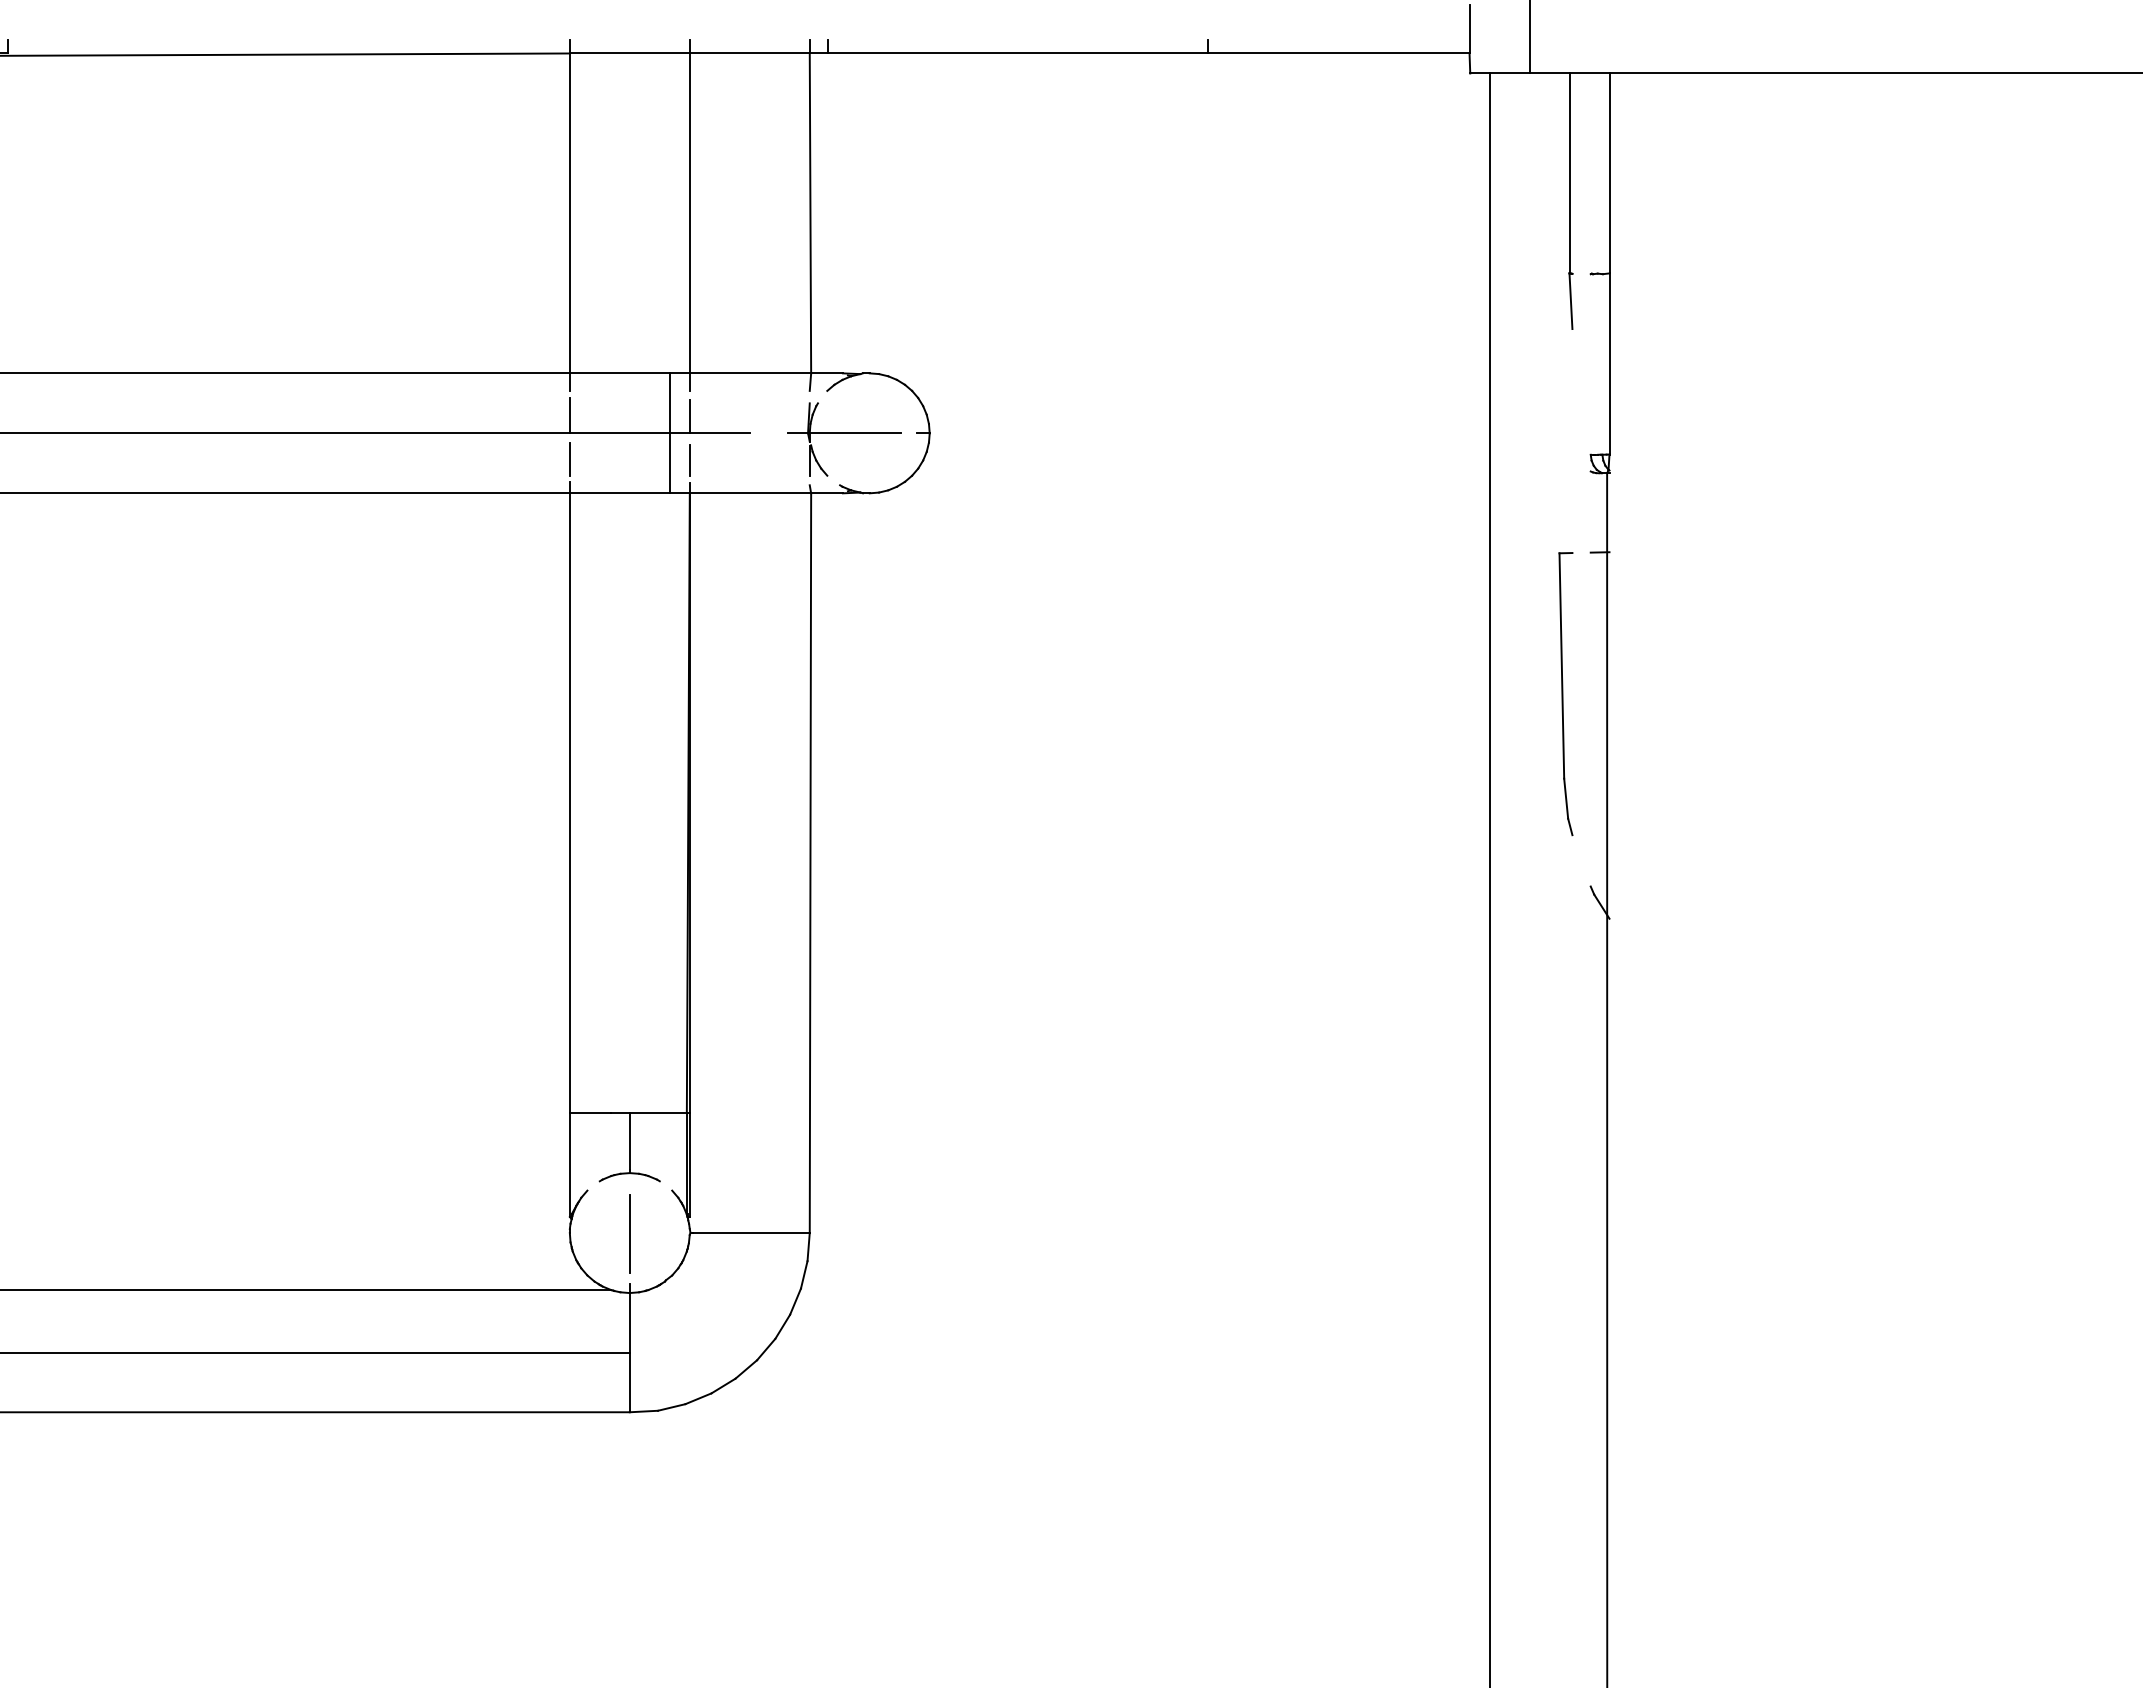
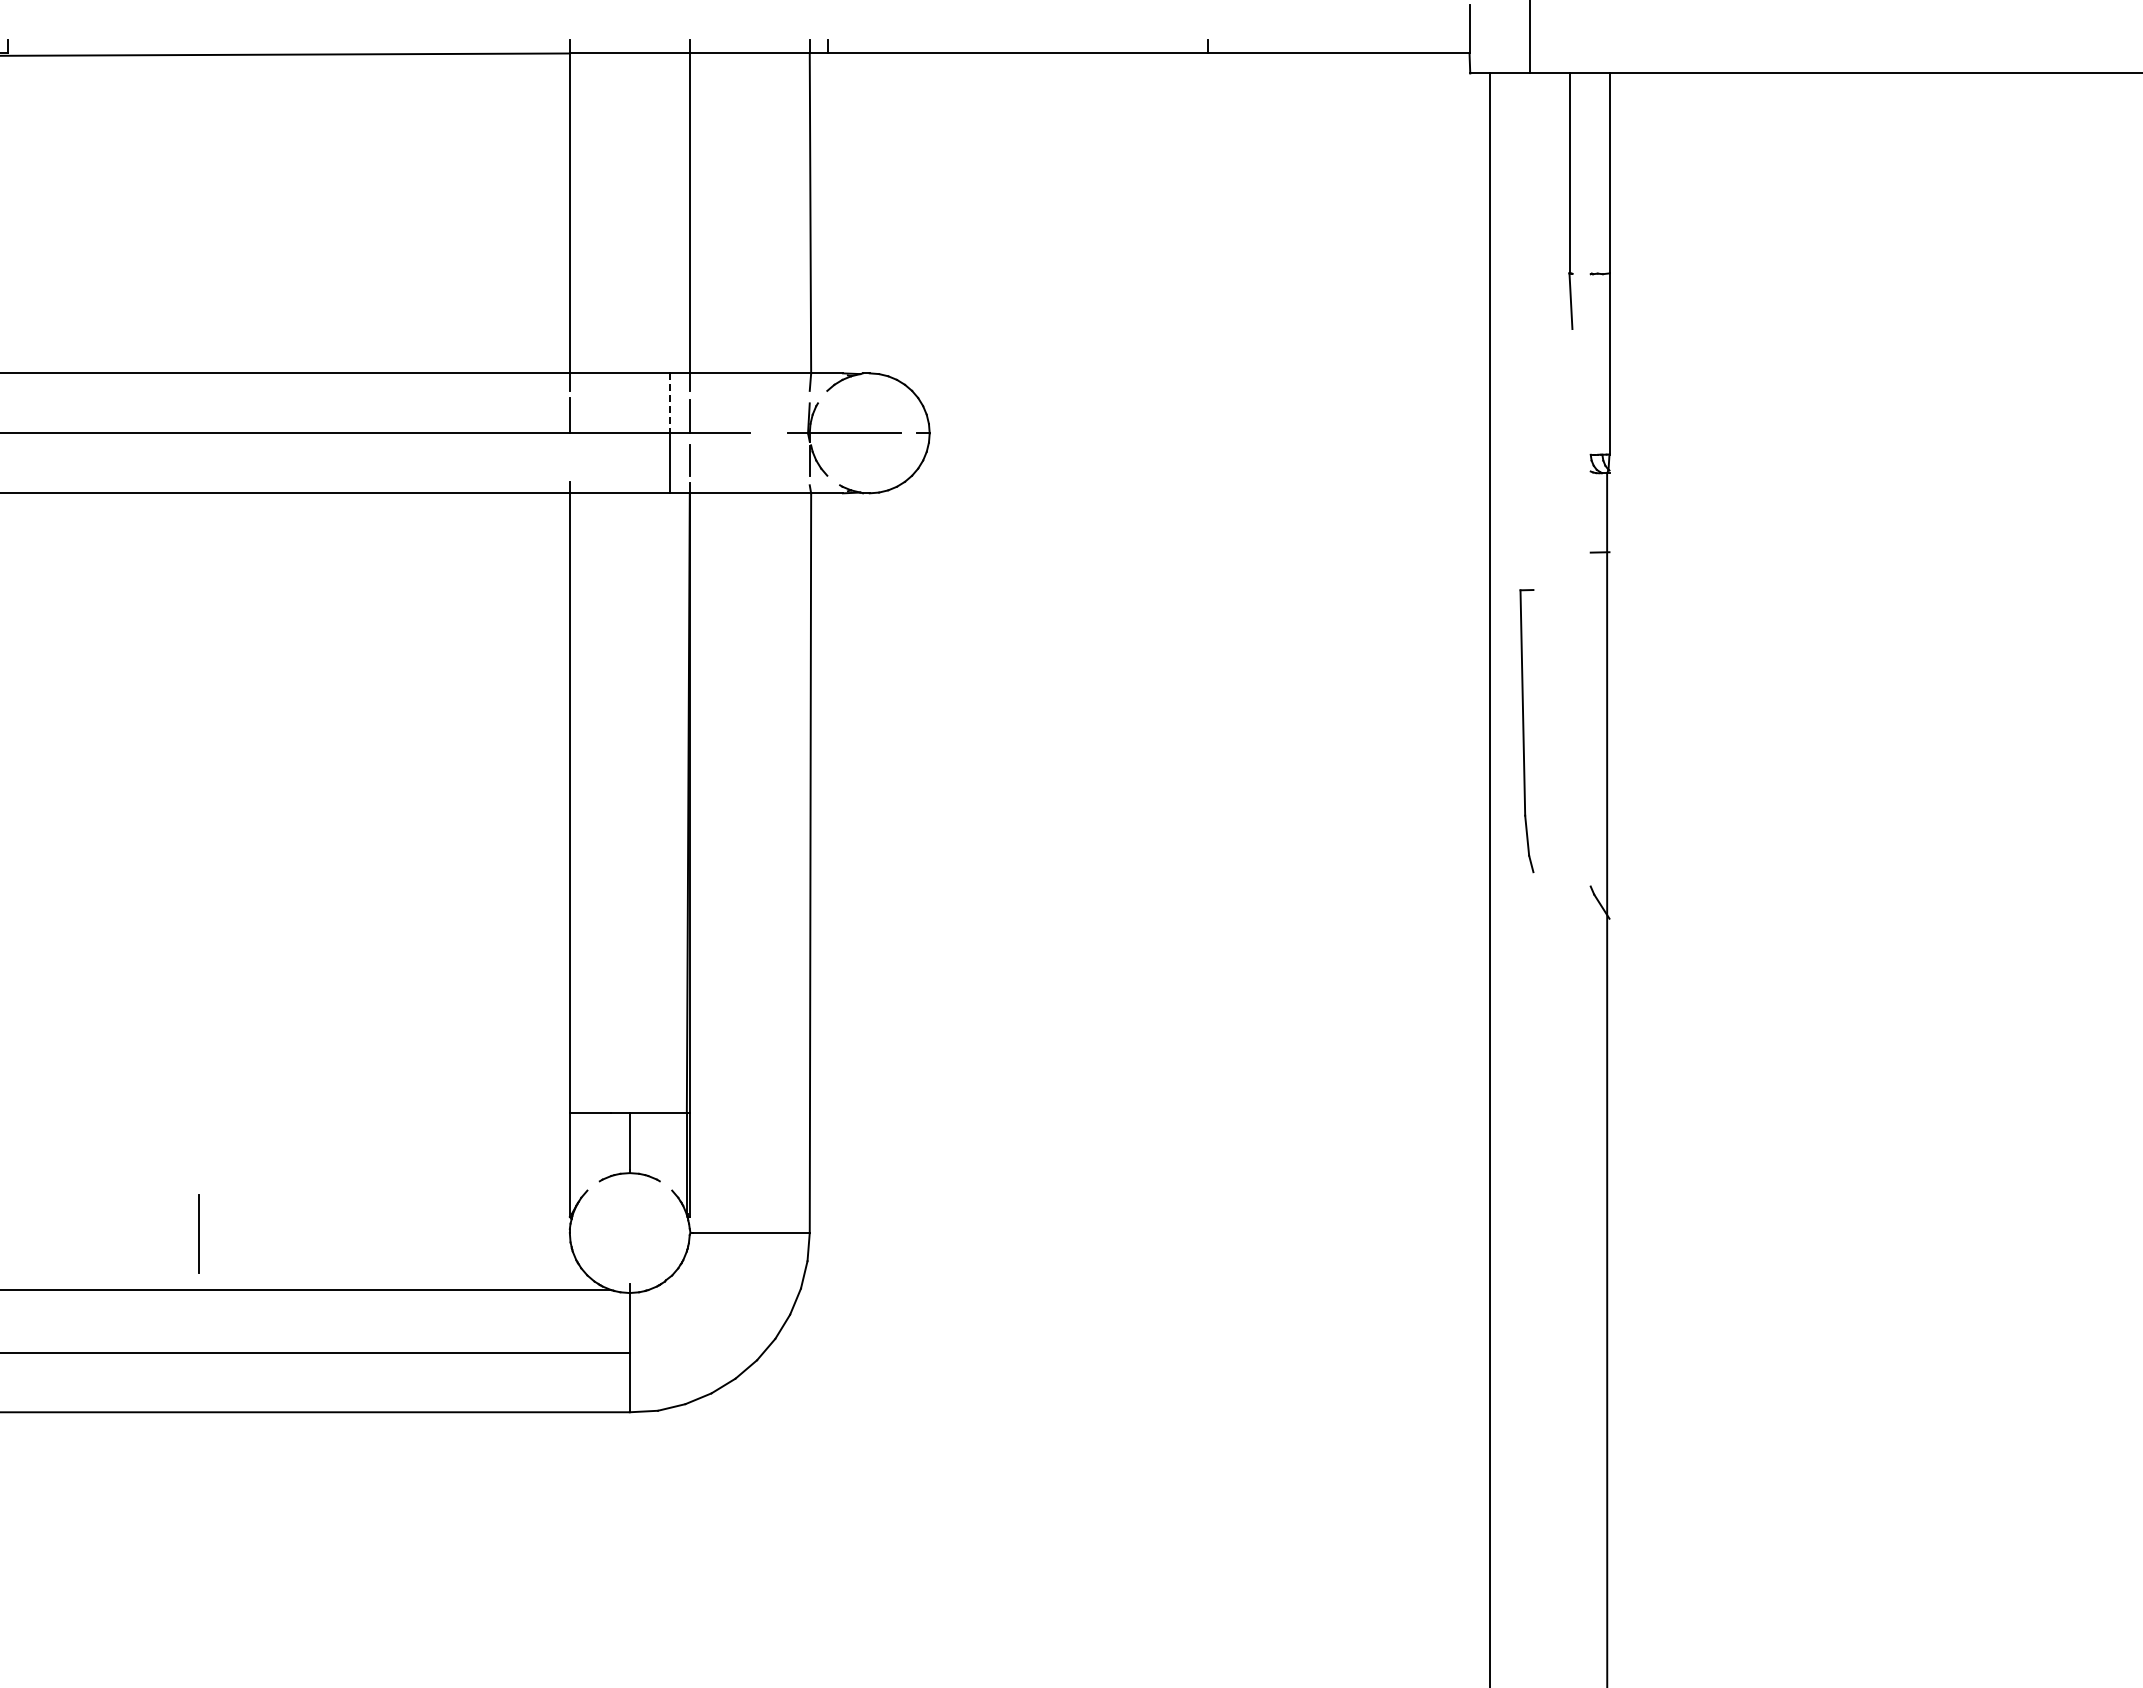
line at (669, 403): solid -> dashed
line at (569, 458): present -> none
part at (1565, 694) position: (1565, 694) -> (1526, 731)
line at (629, 1233) position: (629, 1233) -> (198, 1233)
